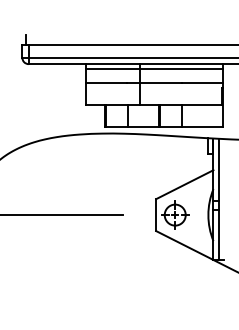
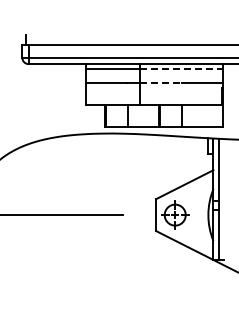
line at (182, 69): solid -> dashed
line at (160, 83): solid -> dashed
